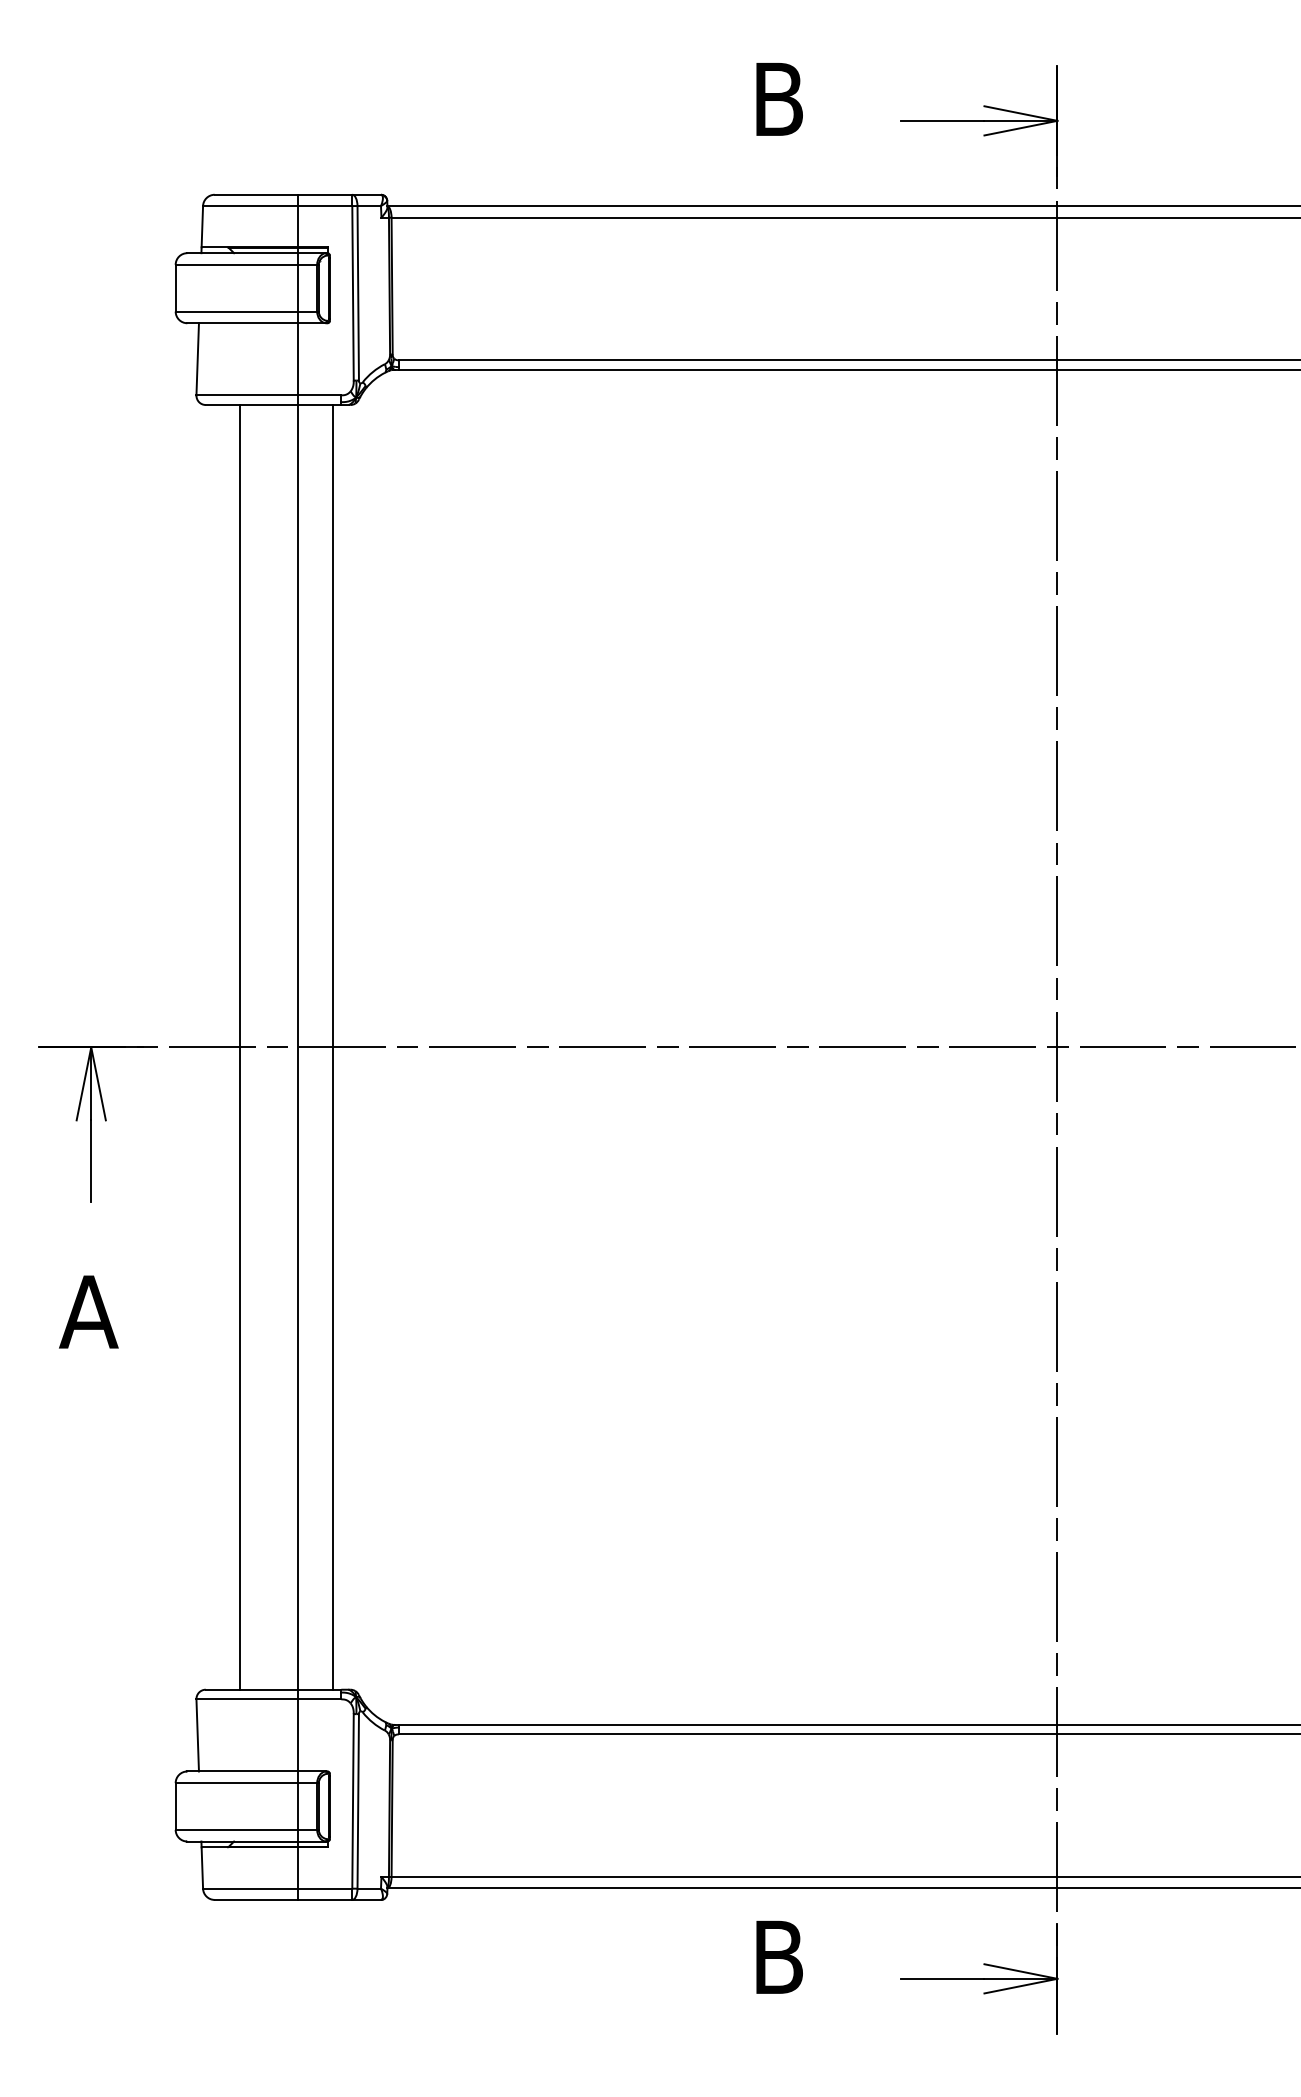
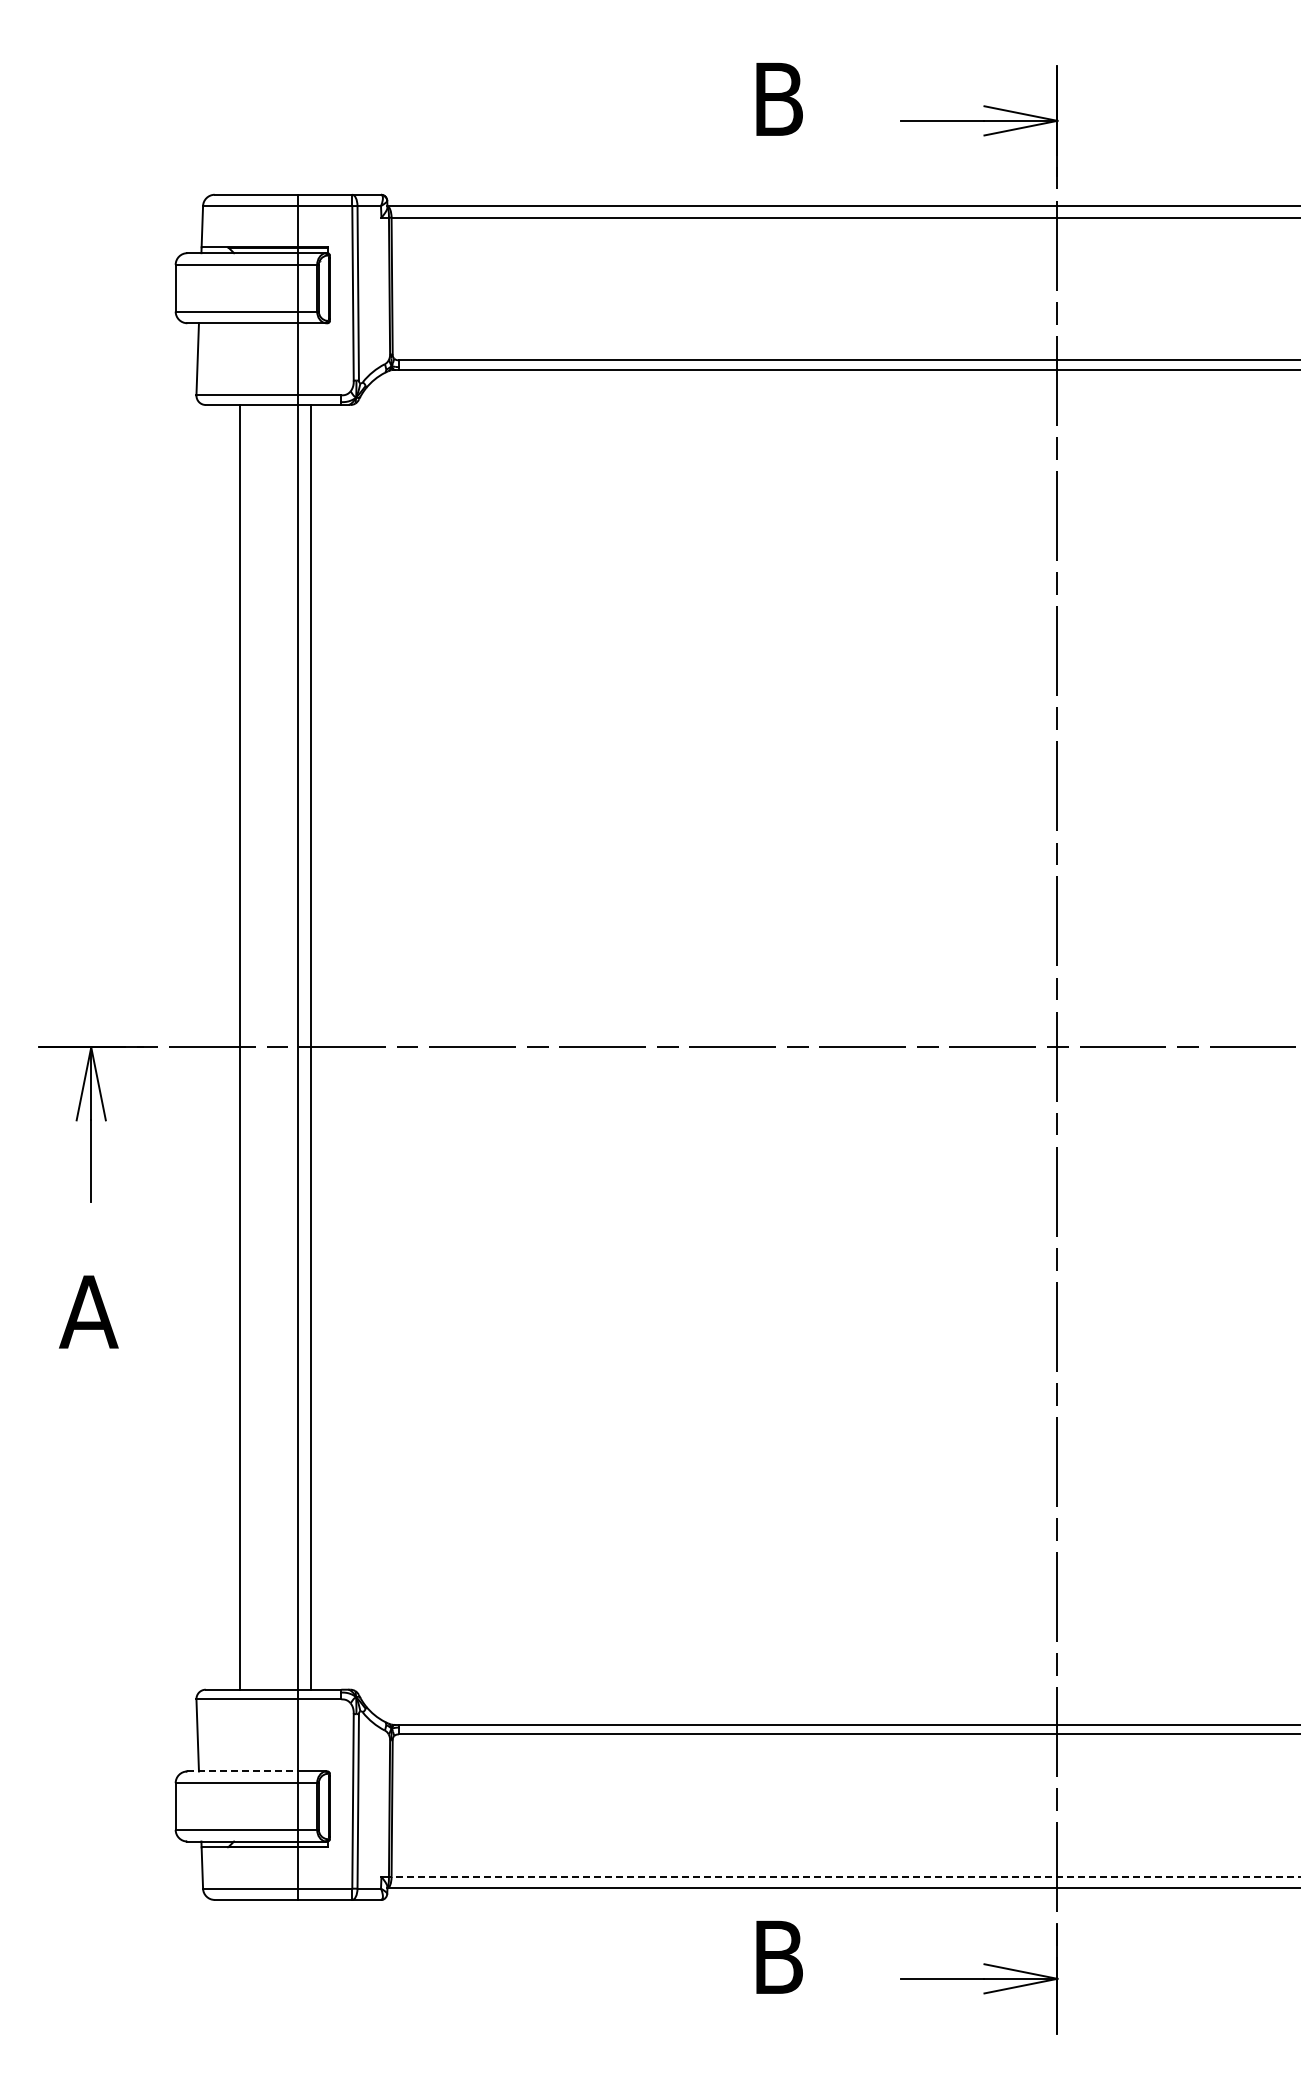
line at (333, 1047) position: (333, 1047) -> (311, 1047)
line at (243, 1771): solid -> dashed
line at (845, 1876): solid -> dashed
